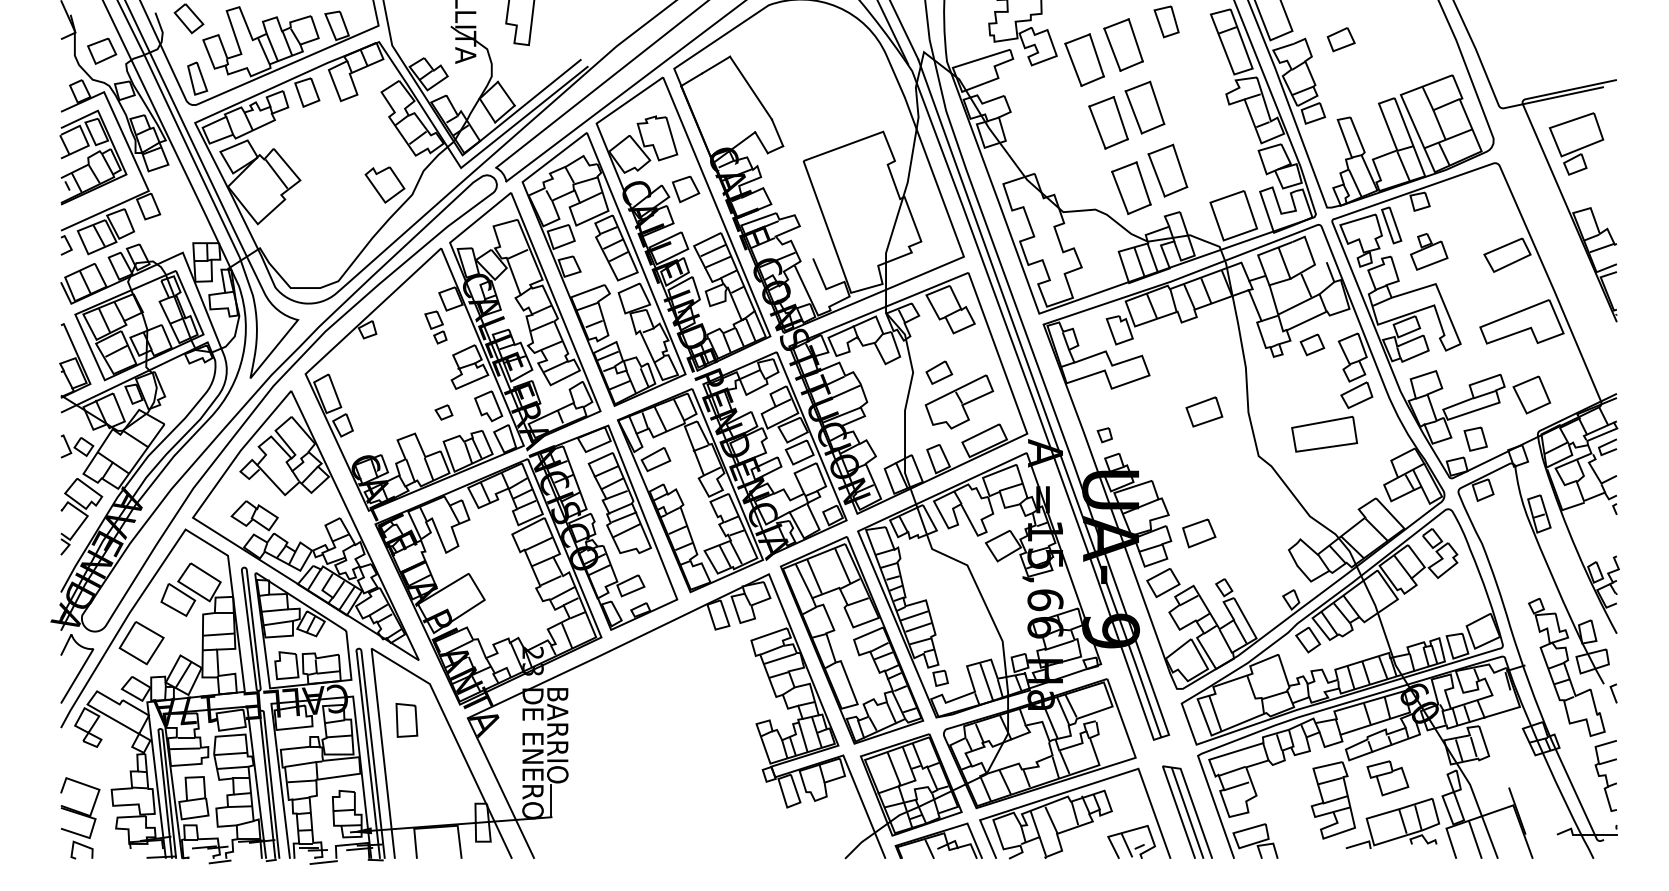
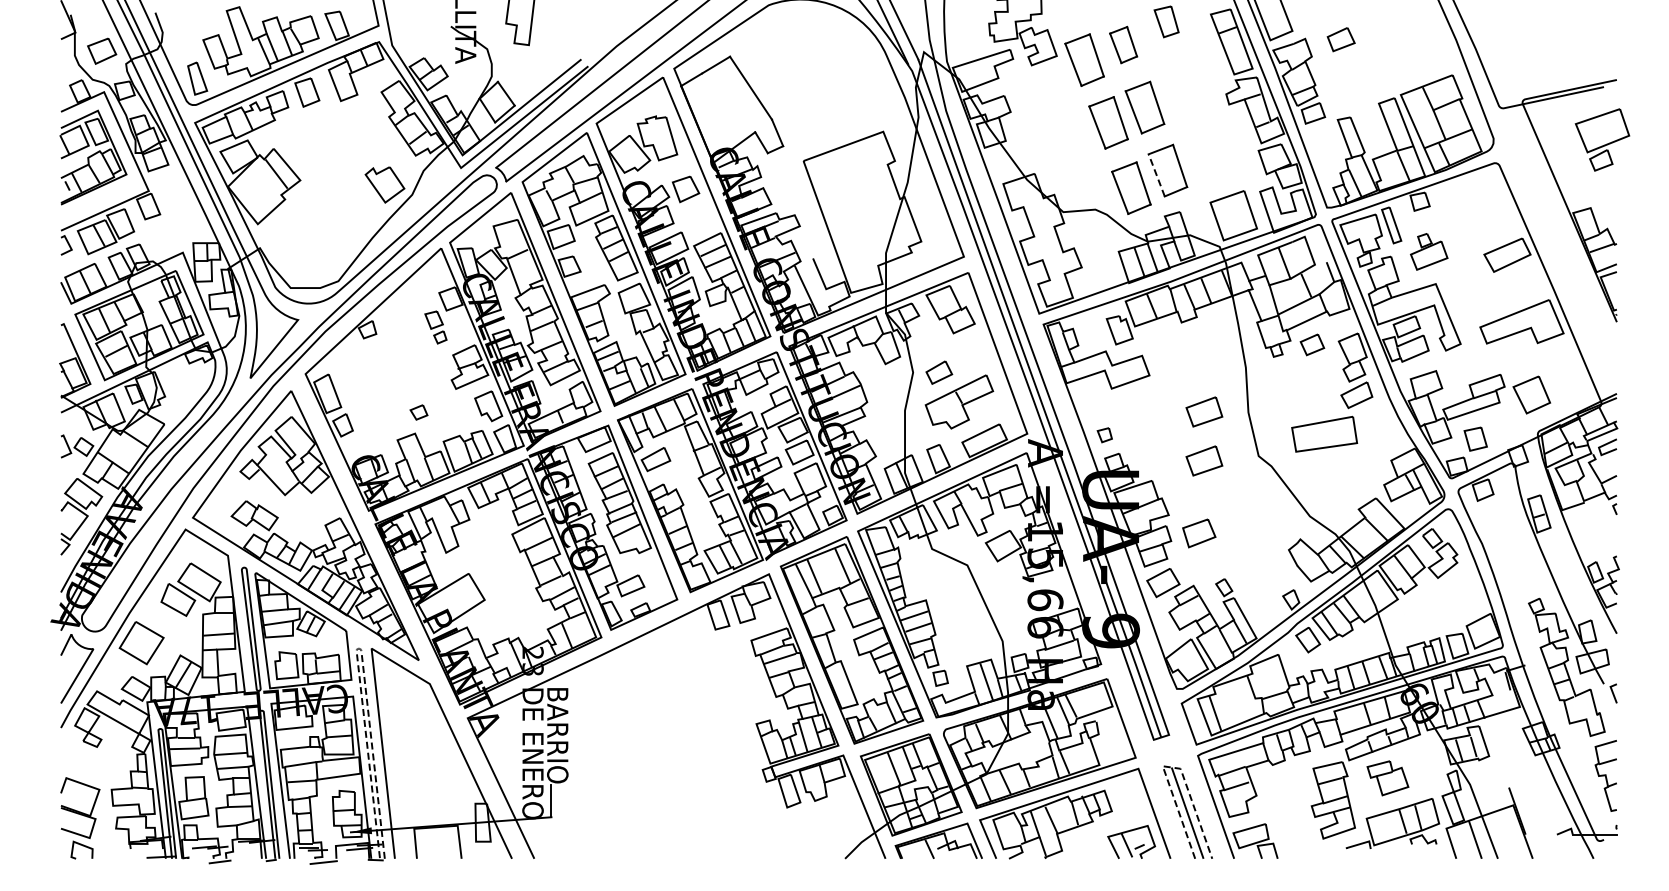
part at (188, 18): present -> none
part at (1123, 44) size: 41x54 px -> 30x40 px
part at (1576, 143) position: (1576, 143) -> (1602, 139)
line at (1156, 175): solid -> dashed
part at (443, 412) position: (443, 412) -> (418, 412)
part at (1204, 460): none -> present
line at (358, 648): solid -> dashed
part at (406, 720): present -> none
line at (1170, 767): solid -> dashed
